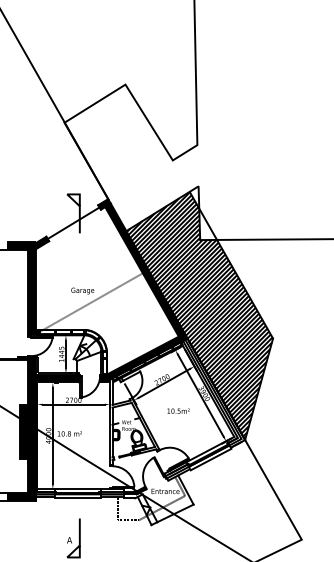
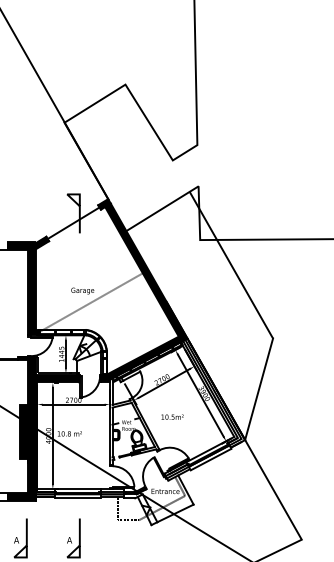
hatch at (199, 315): present -> none
text at (178, 410) position: (178, 410) -> (172, 416)
part at (20, 538): none -> present
